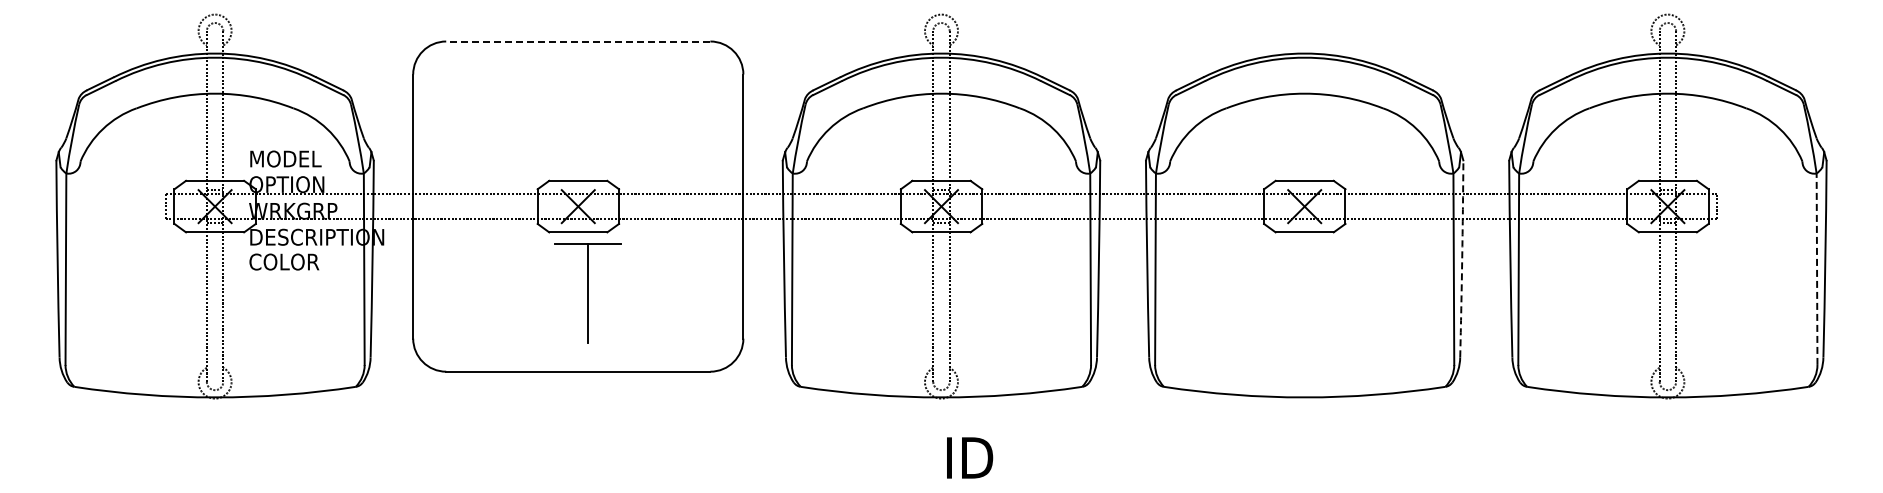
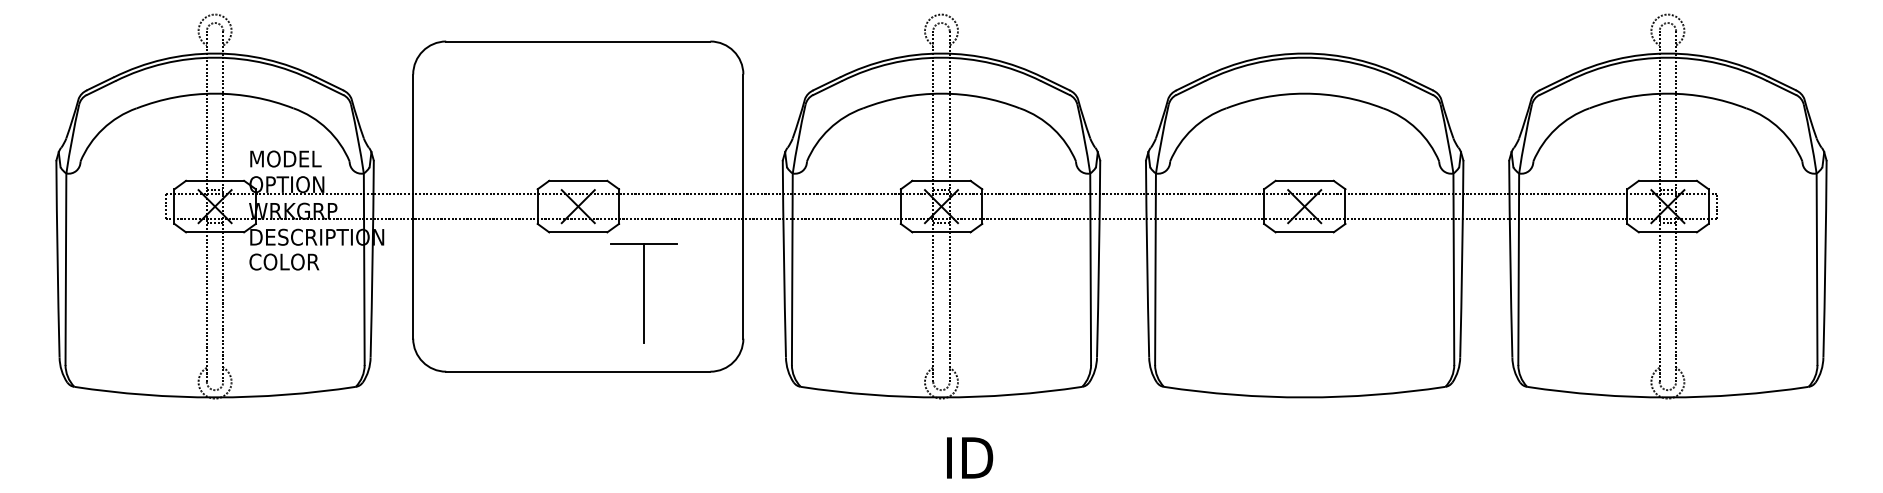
line at (577, 41): dashed -> solid
arc at (1462, 258): dashed -> solid
line at (1817, 269): dashed -> solid
part at (587, 293) position: (587, 293) -> (643, 293)
